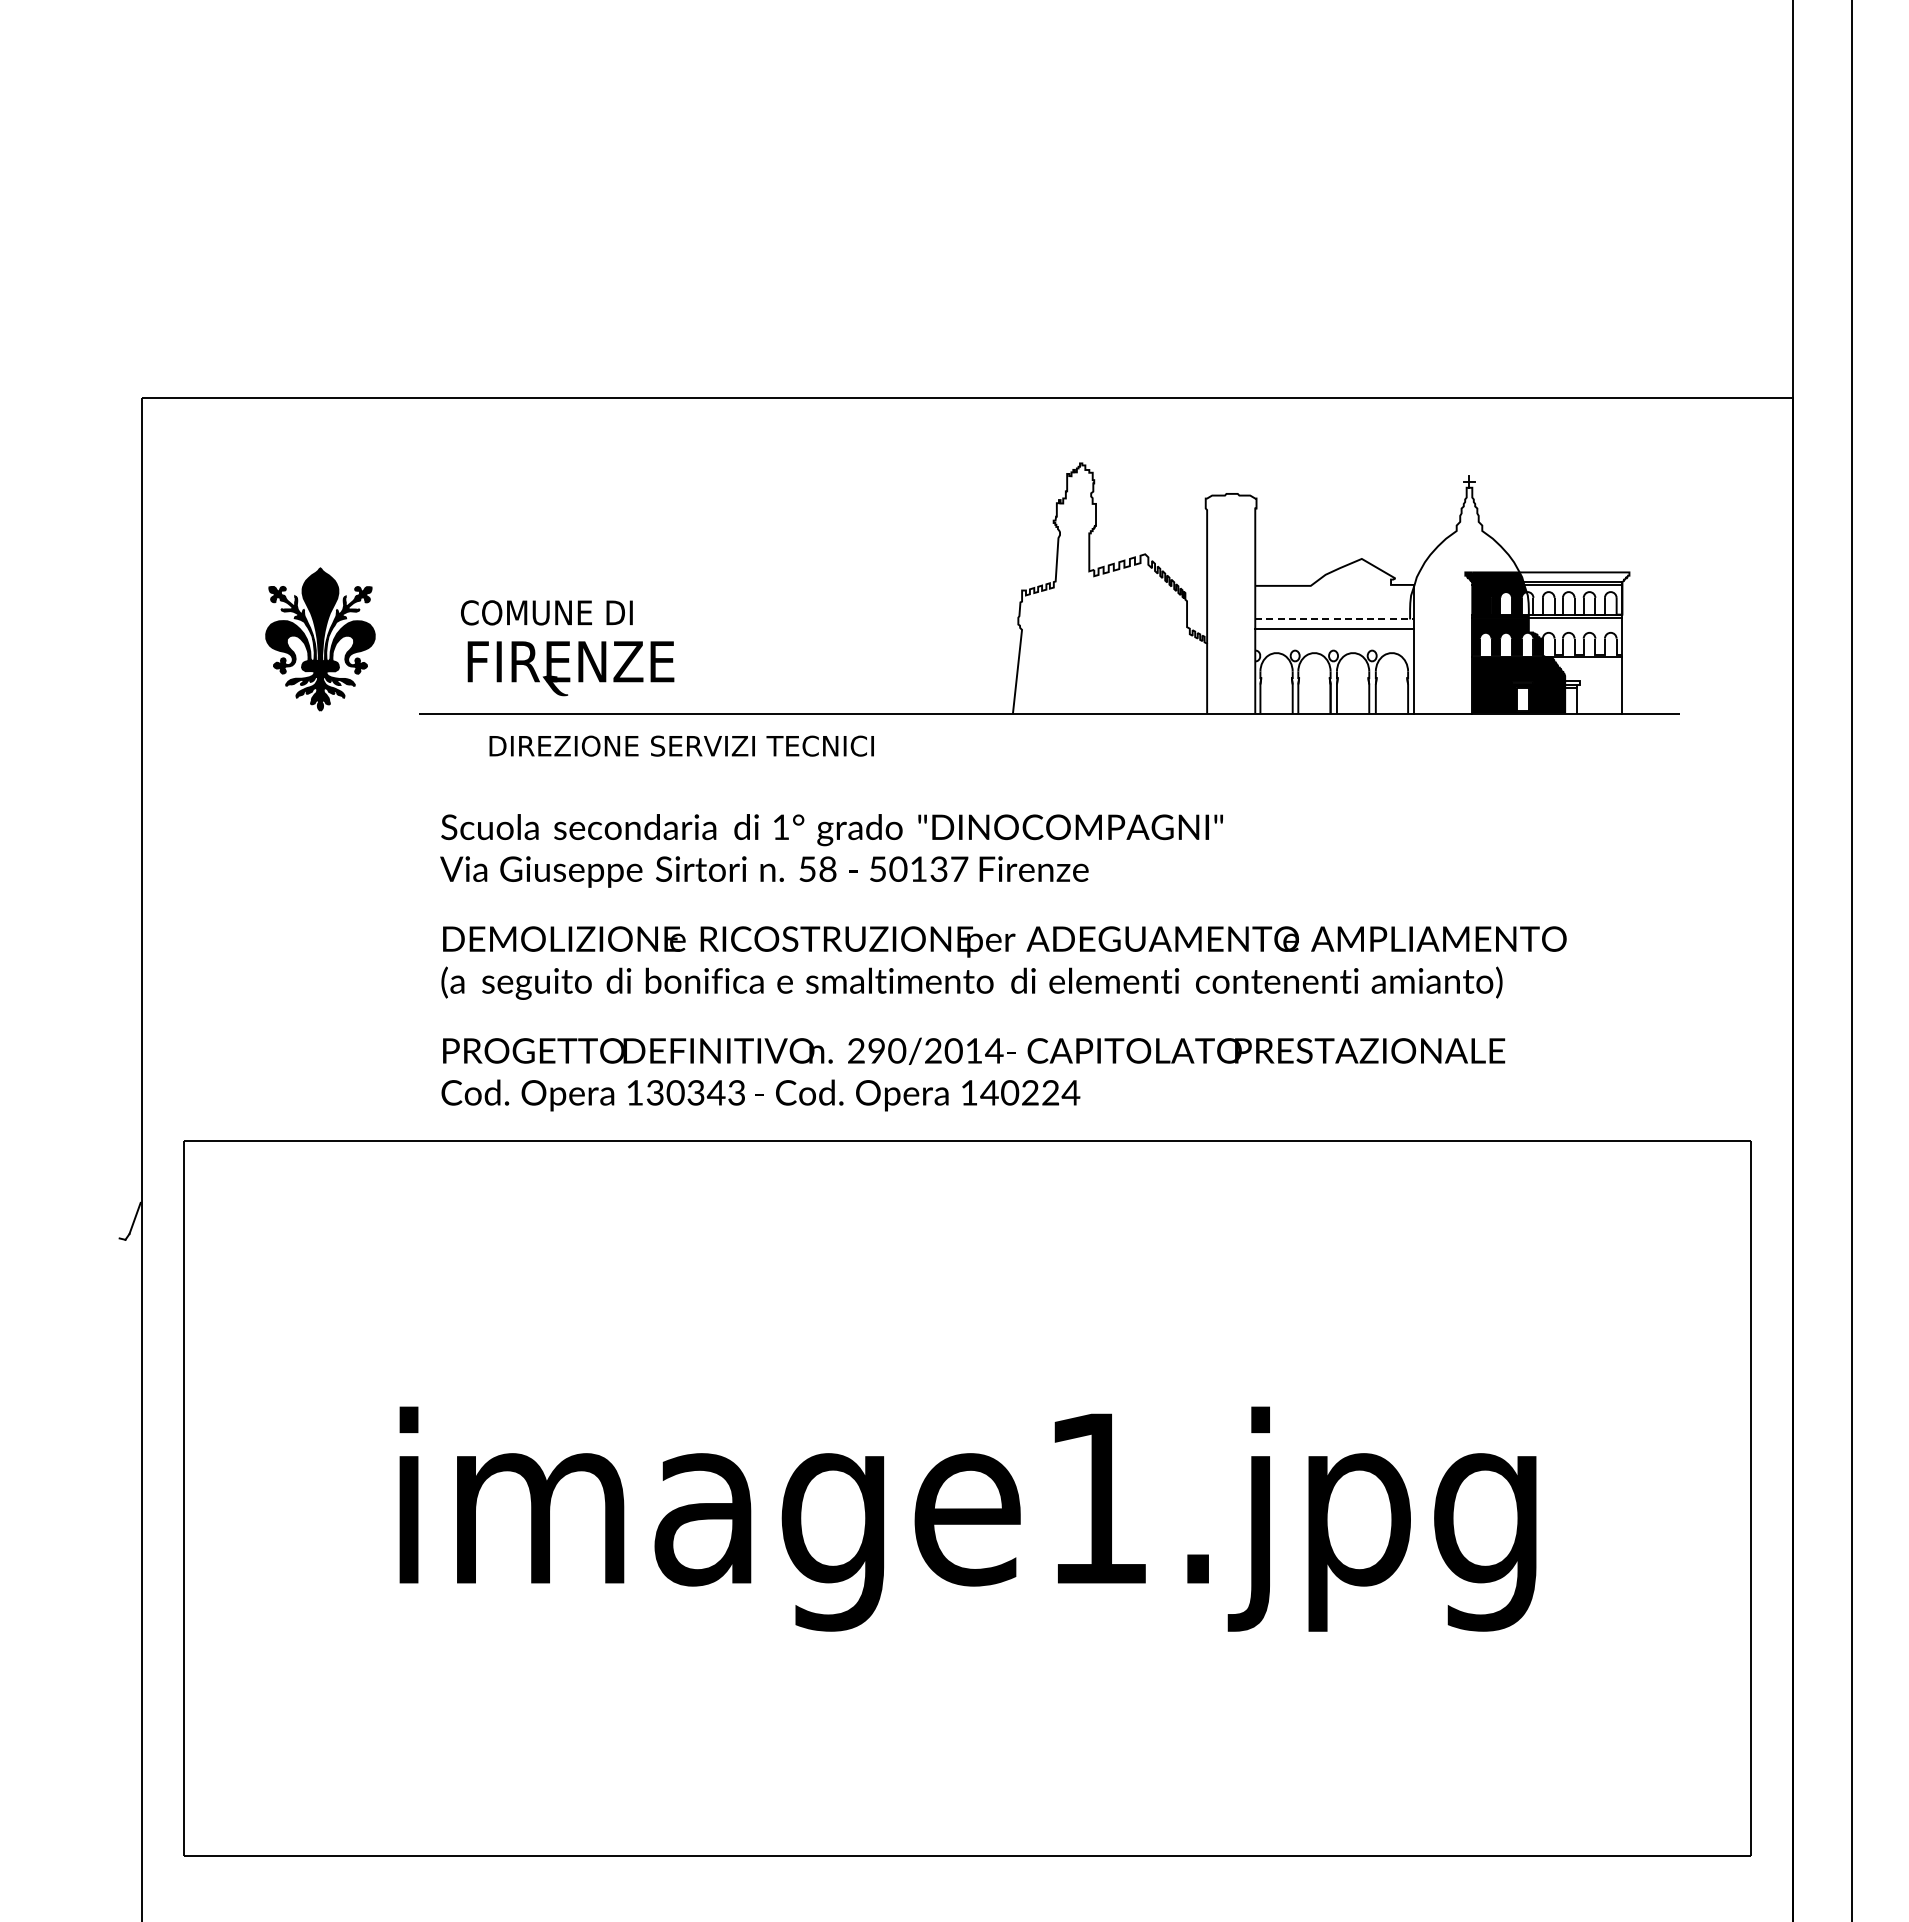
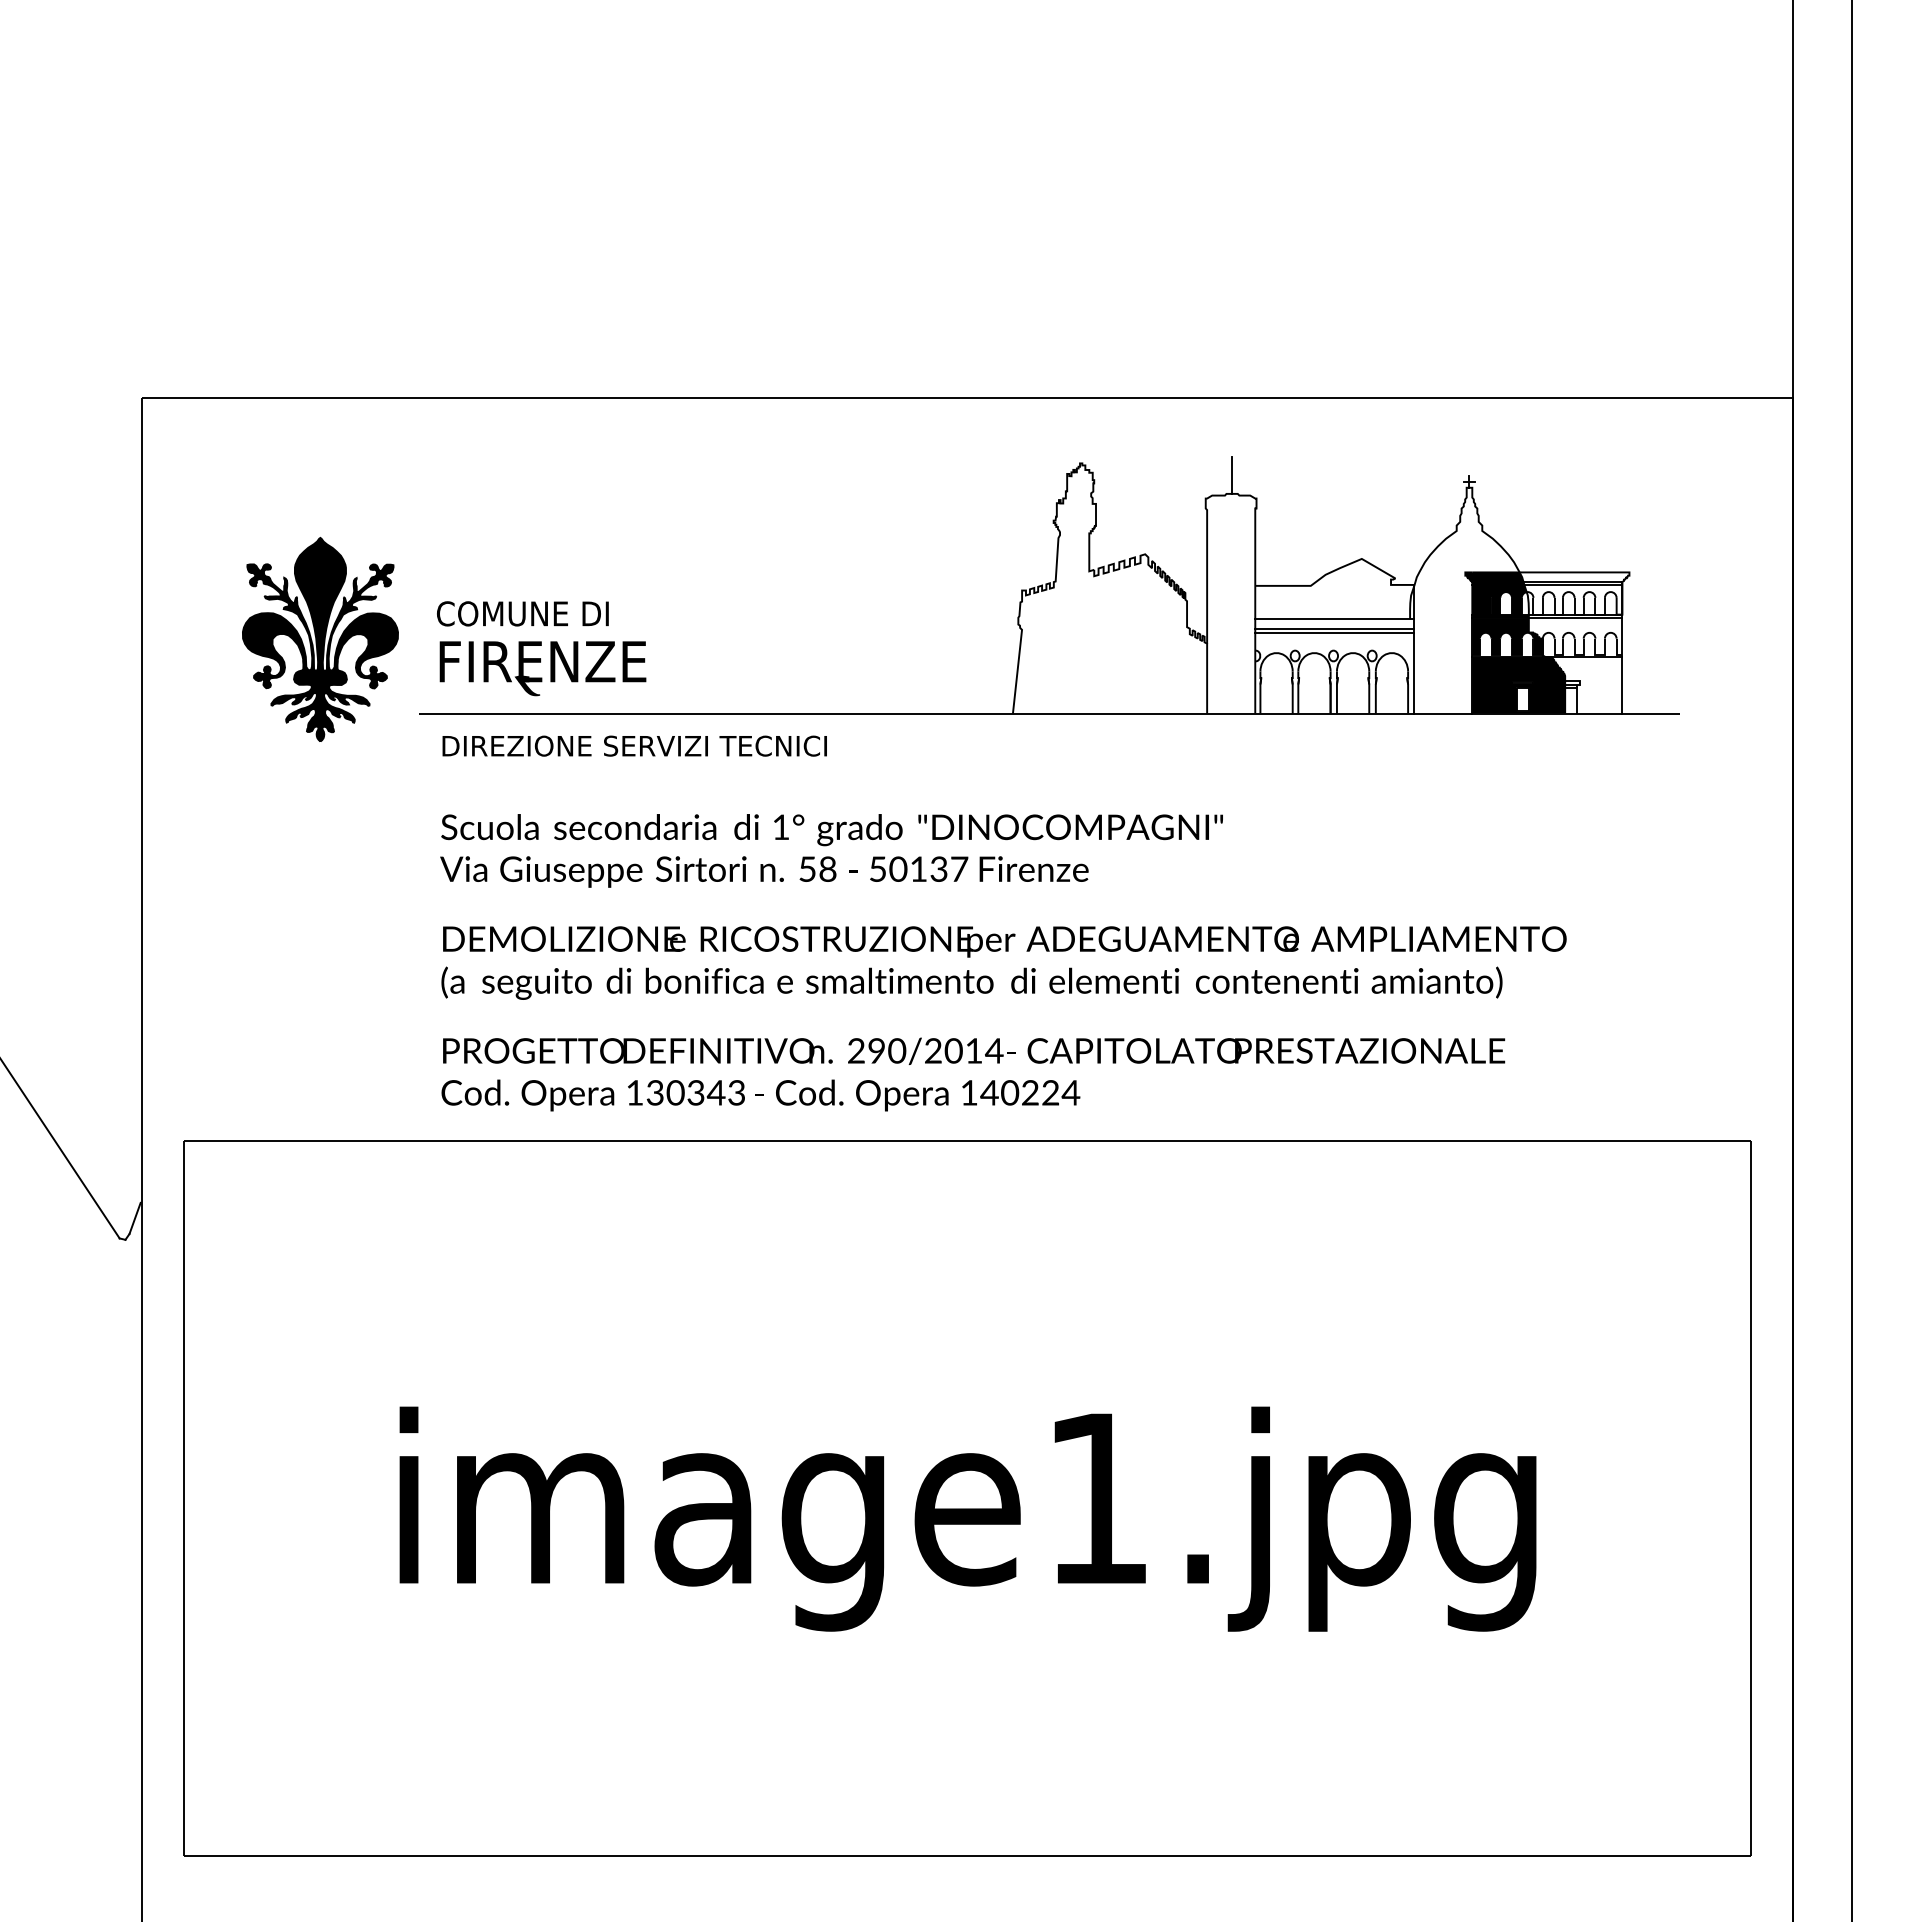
line at (1232, 475): none -> present
text at (546, 612) position: (546, 612) -> (522, 613)
line at (1334, 619): dashed -> solid
line at (1334, 632): none -> present
part at (320, 639) size: 111x145 px -> 157x205 px
text at (570, 668) position: (570, 668) -> (542, 668)
text at (681, 745) position: (681, 745) -> (634, 745)
line at (60, 1149): none -> present
